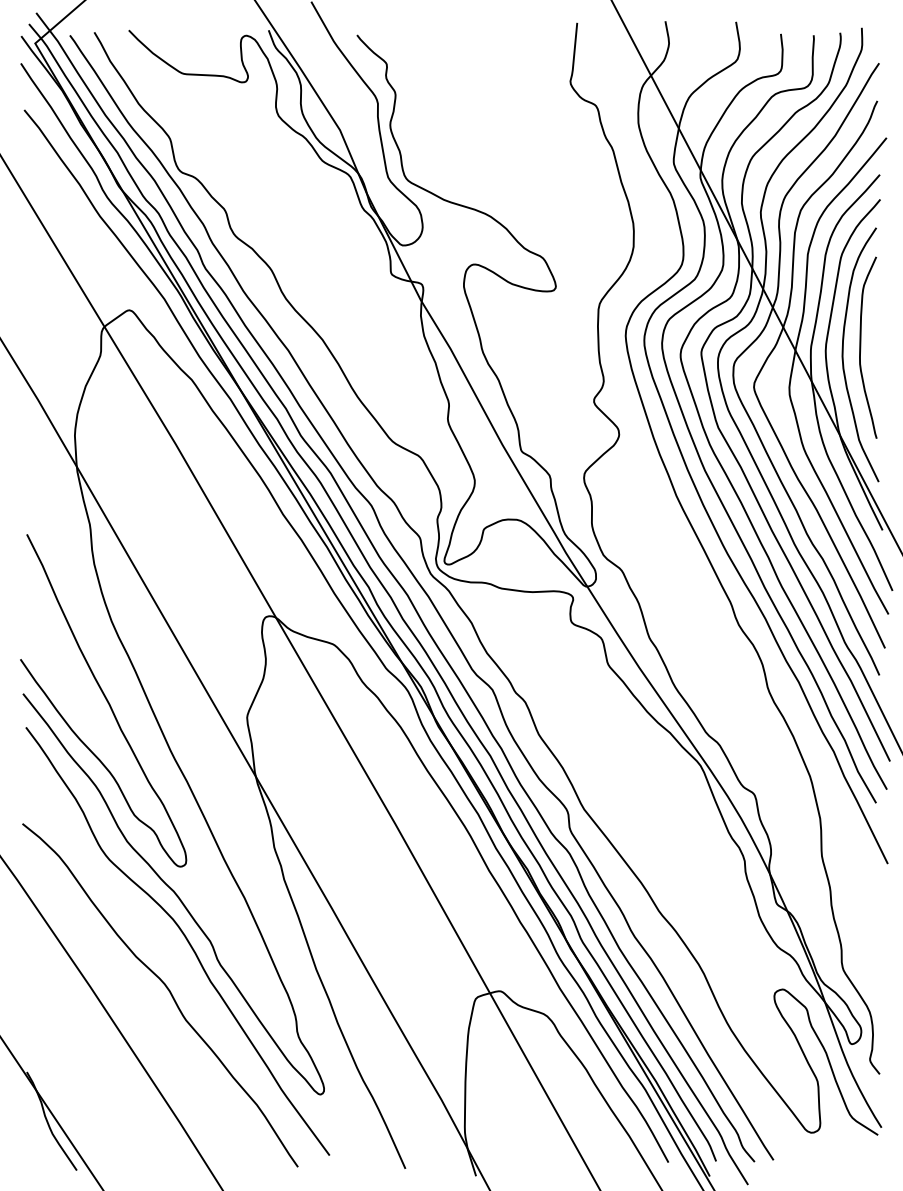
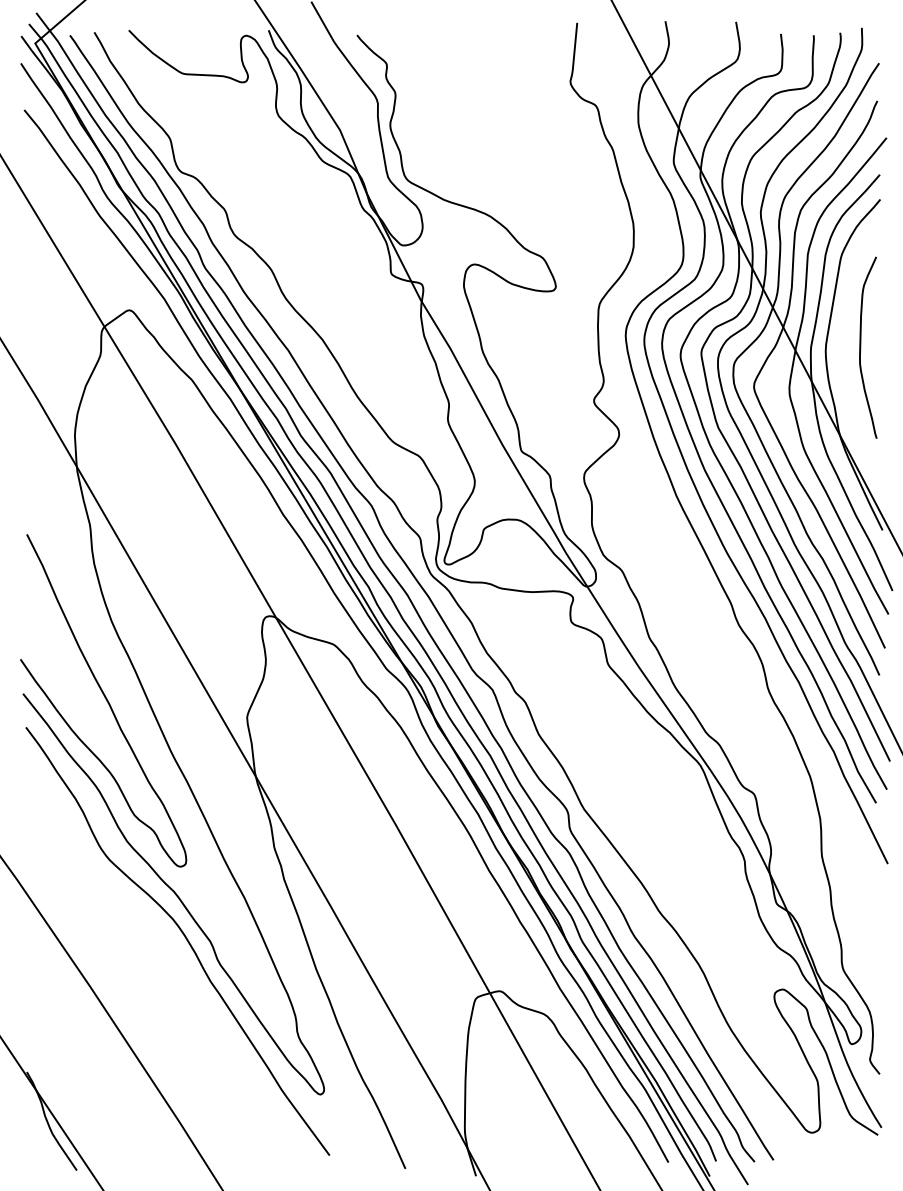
curve at (843, 354): present -> none
curve at (168, 991): present -> none
